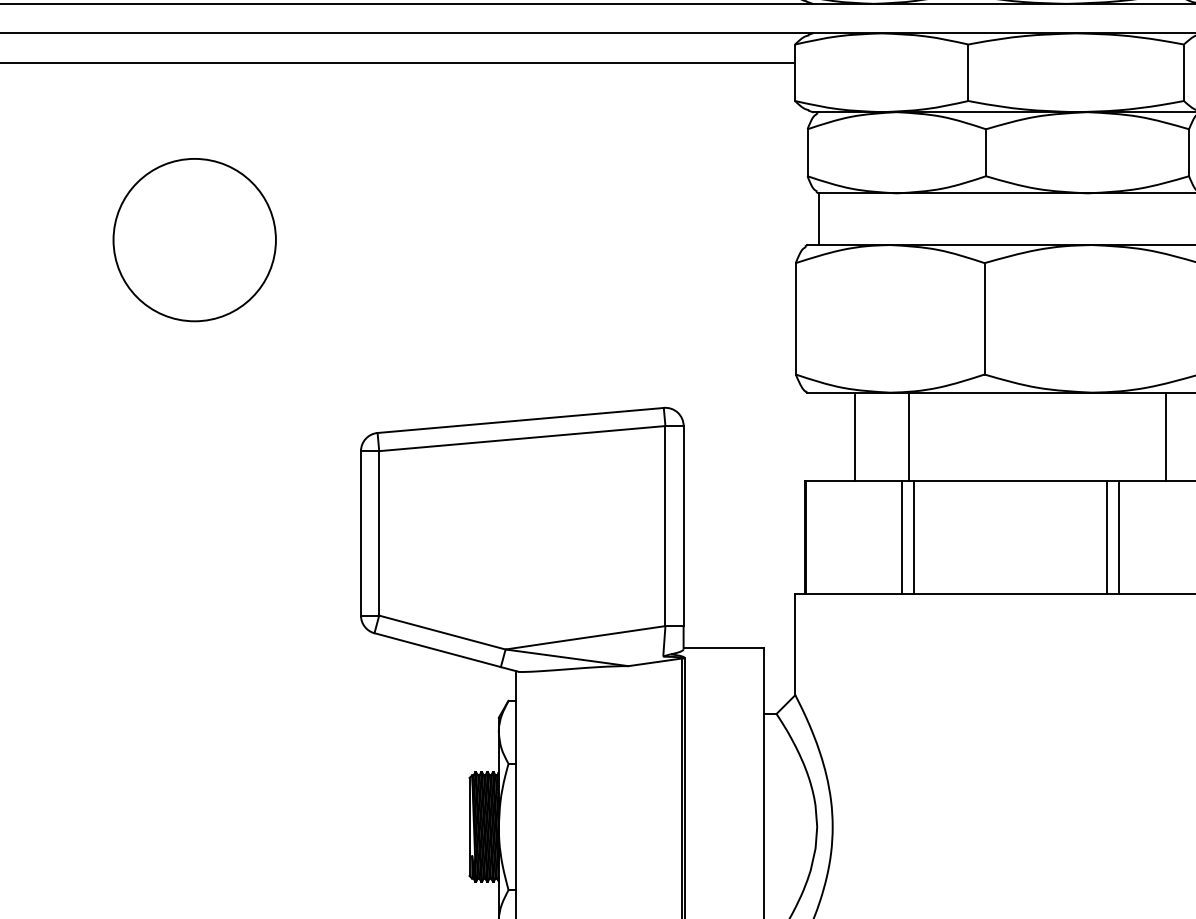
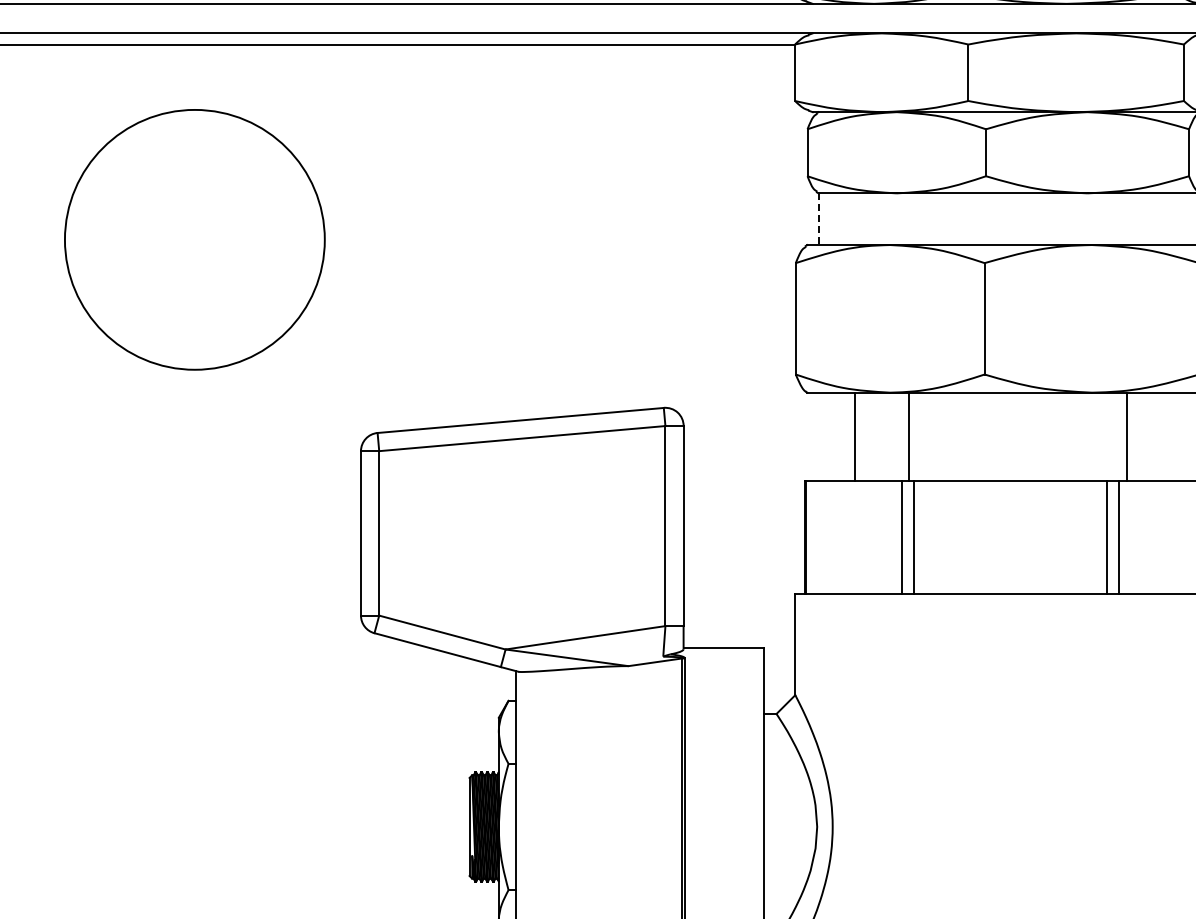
line at (398, 62) position: (398, 62) -> (398, 44)
line at (818, 219): solid -> dashed
circle at (194, 240) size: 165x165 px -> 262x262 px
line at (1166, 436) position: (1166, 436) -> (1127, 436)
